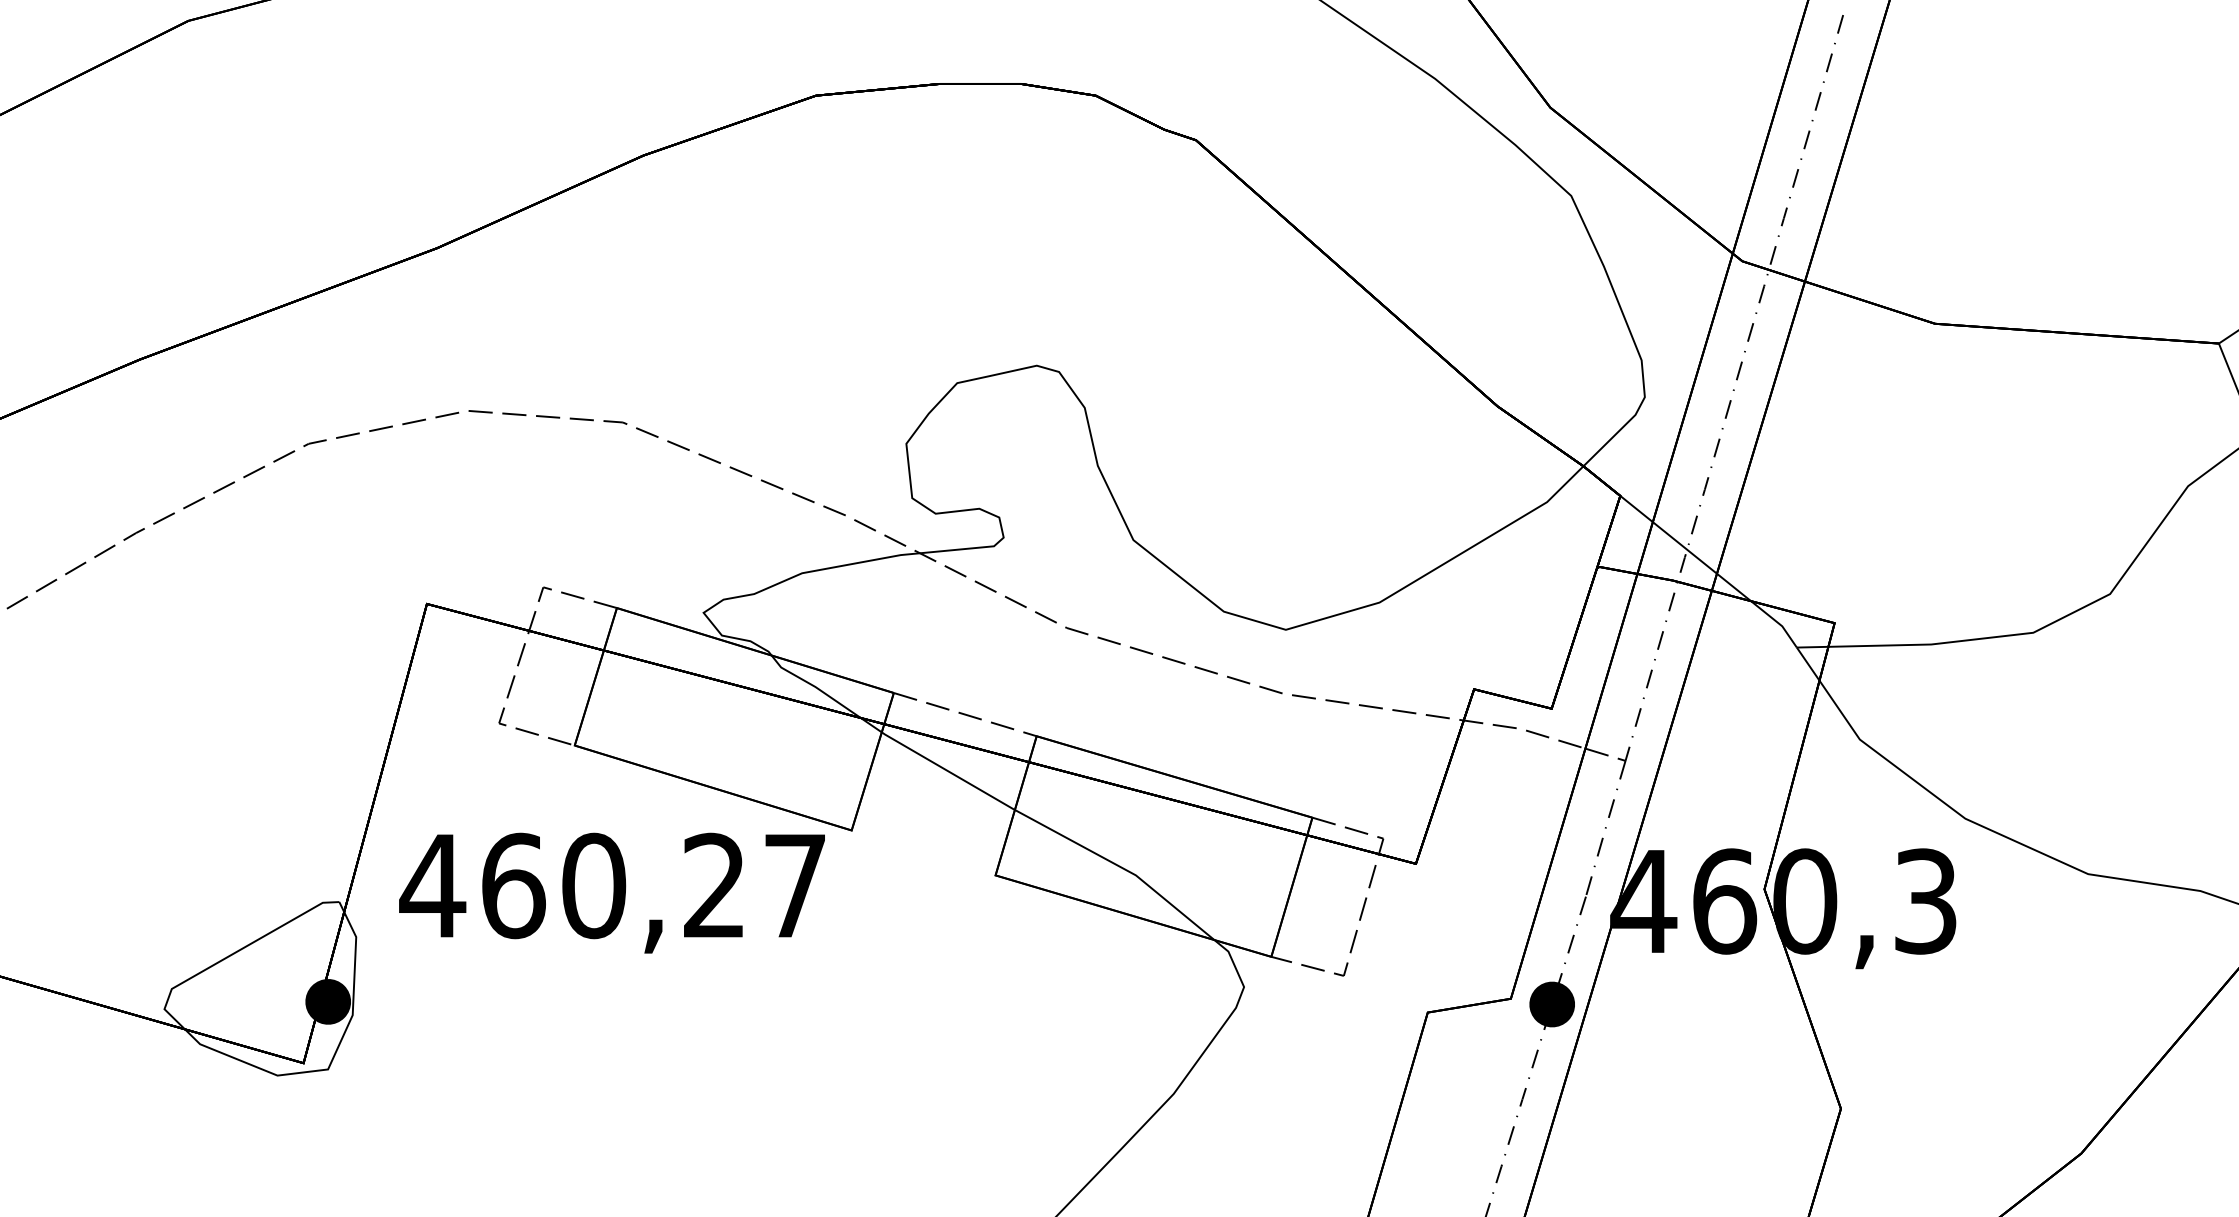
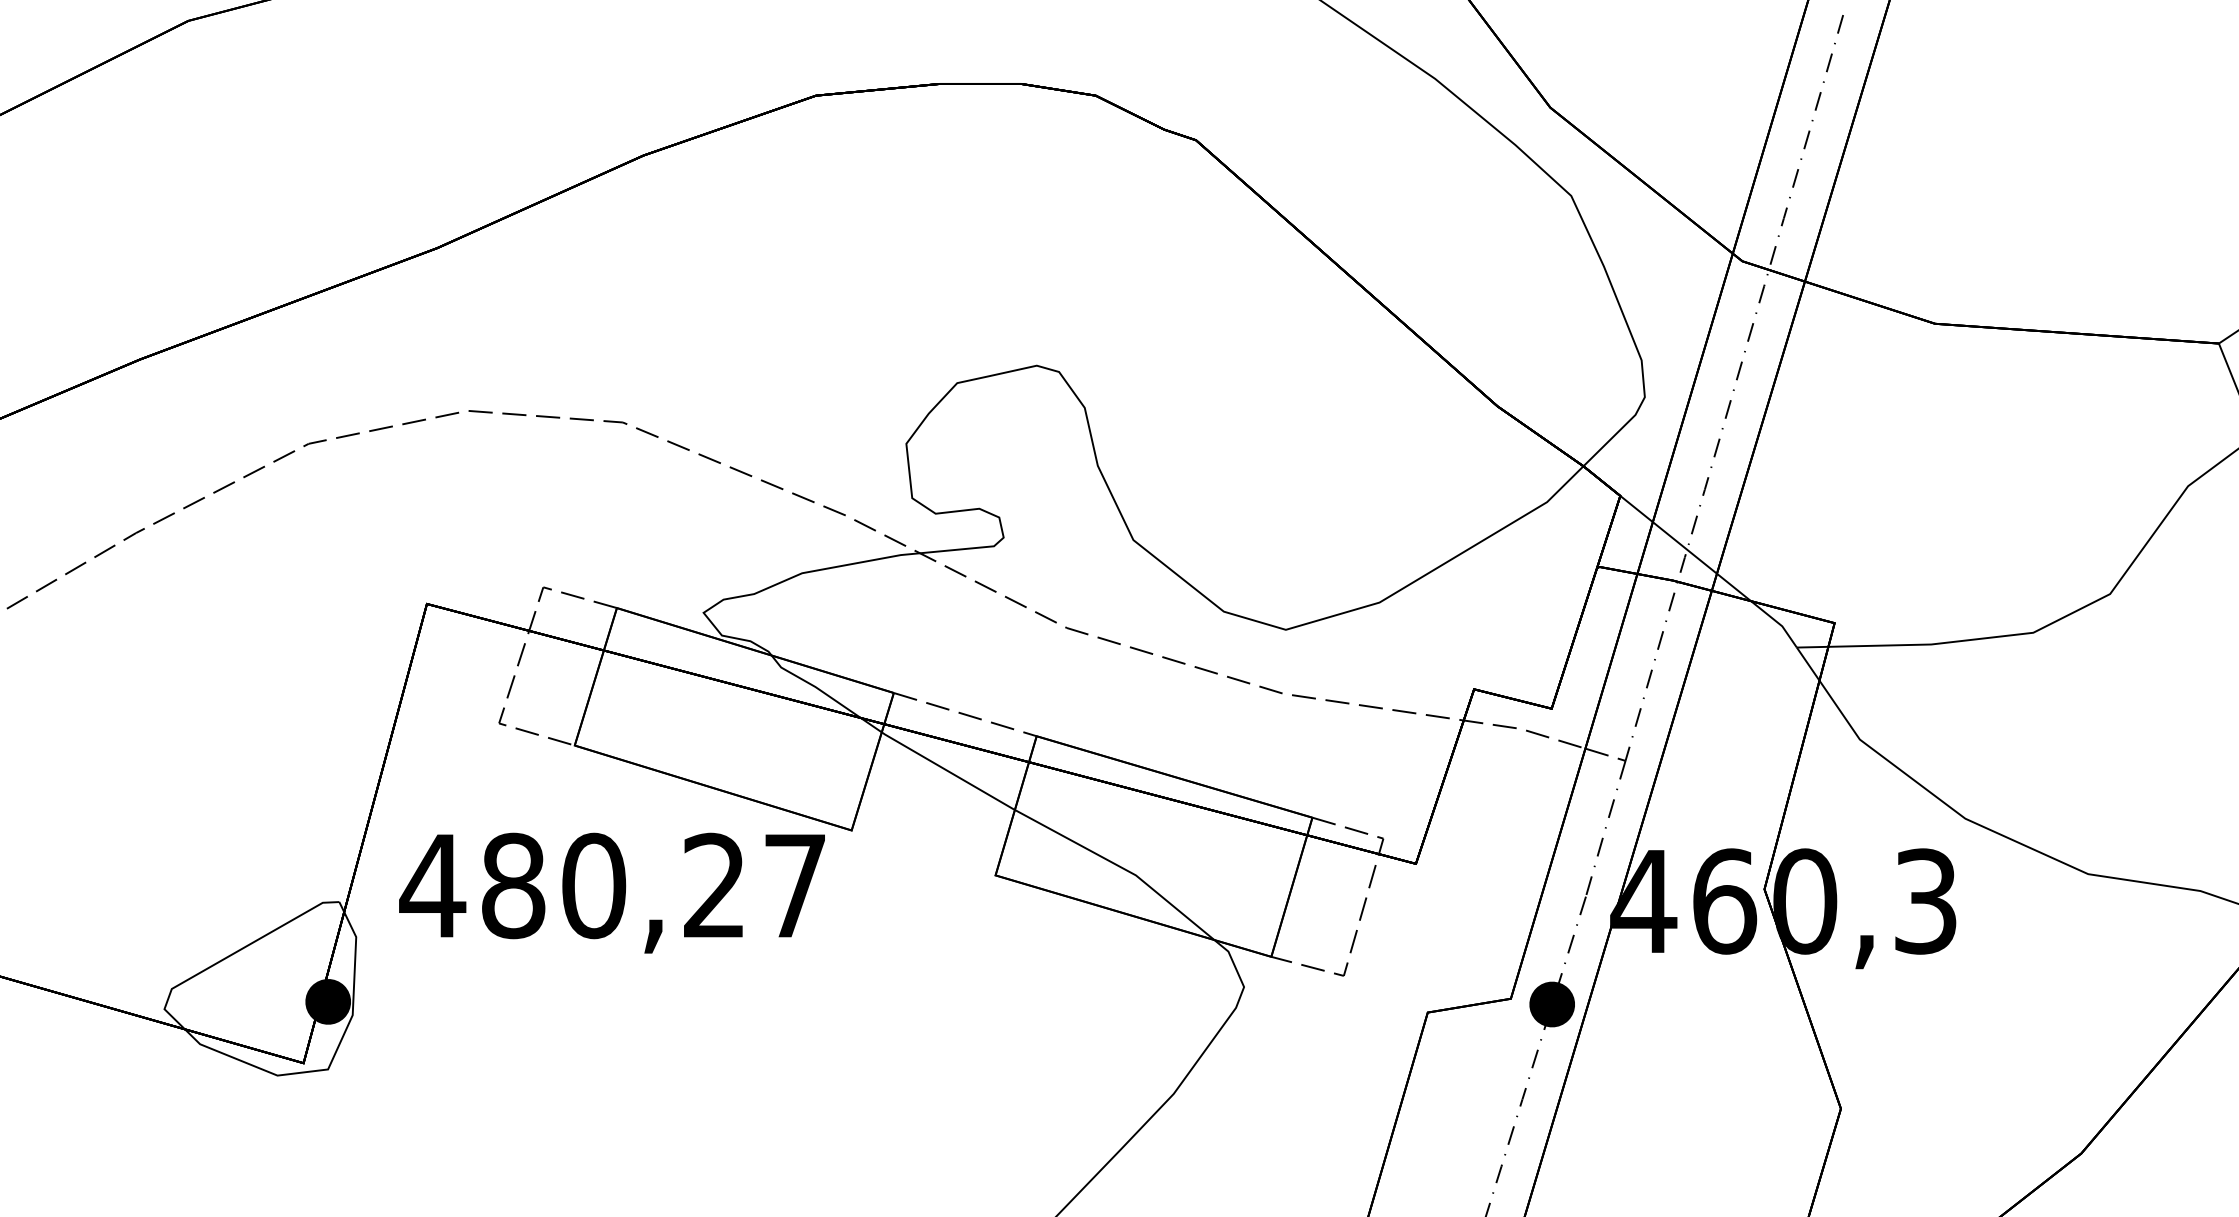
text at (513, 885): 460,27 -> 480,27
